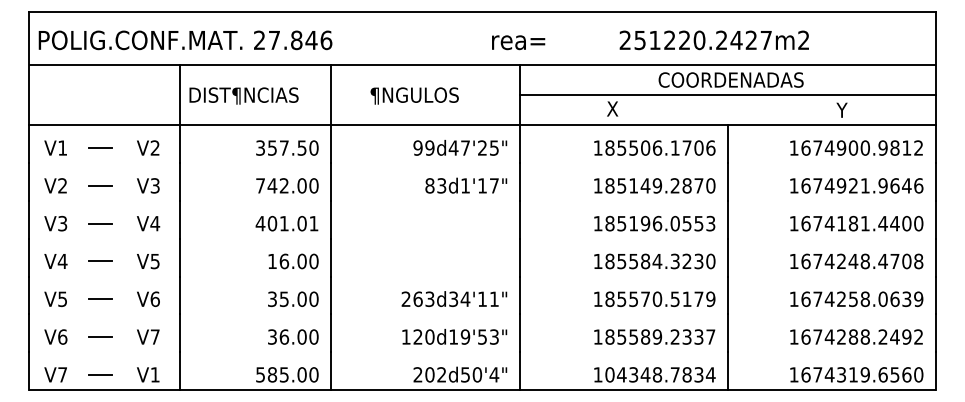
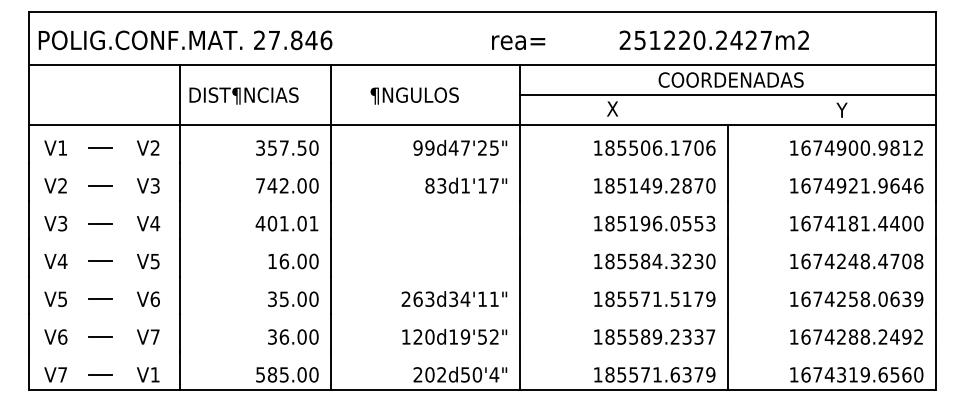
text at (657, 299): 185570.5179 -> 185571.5179
text at (494, 336): 120d19'53" -> 120d19'52"
text at (660, 374): 104348.7834 -> 185571.6379
